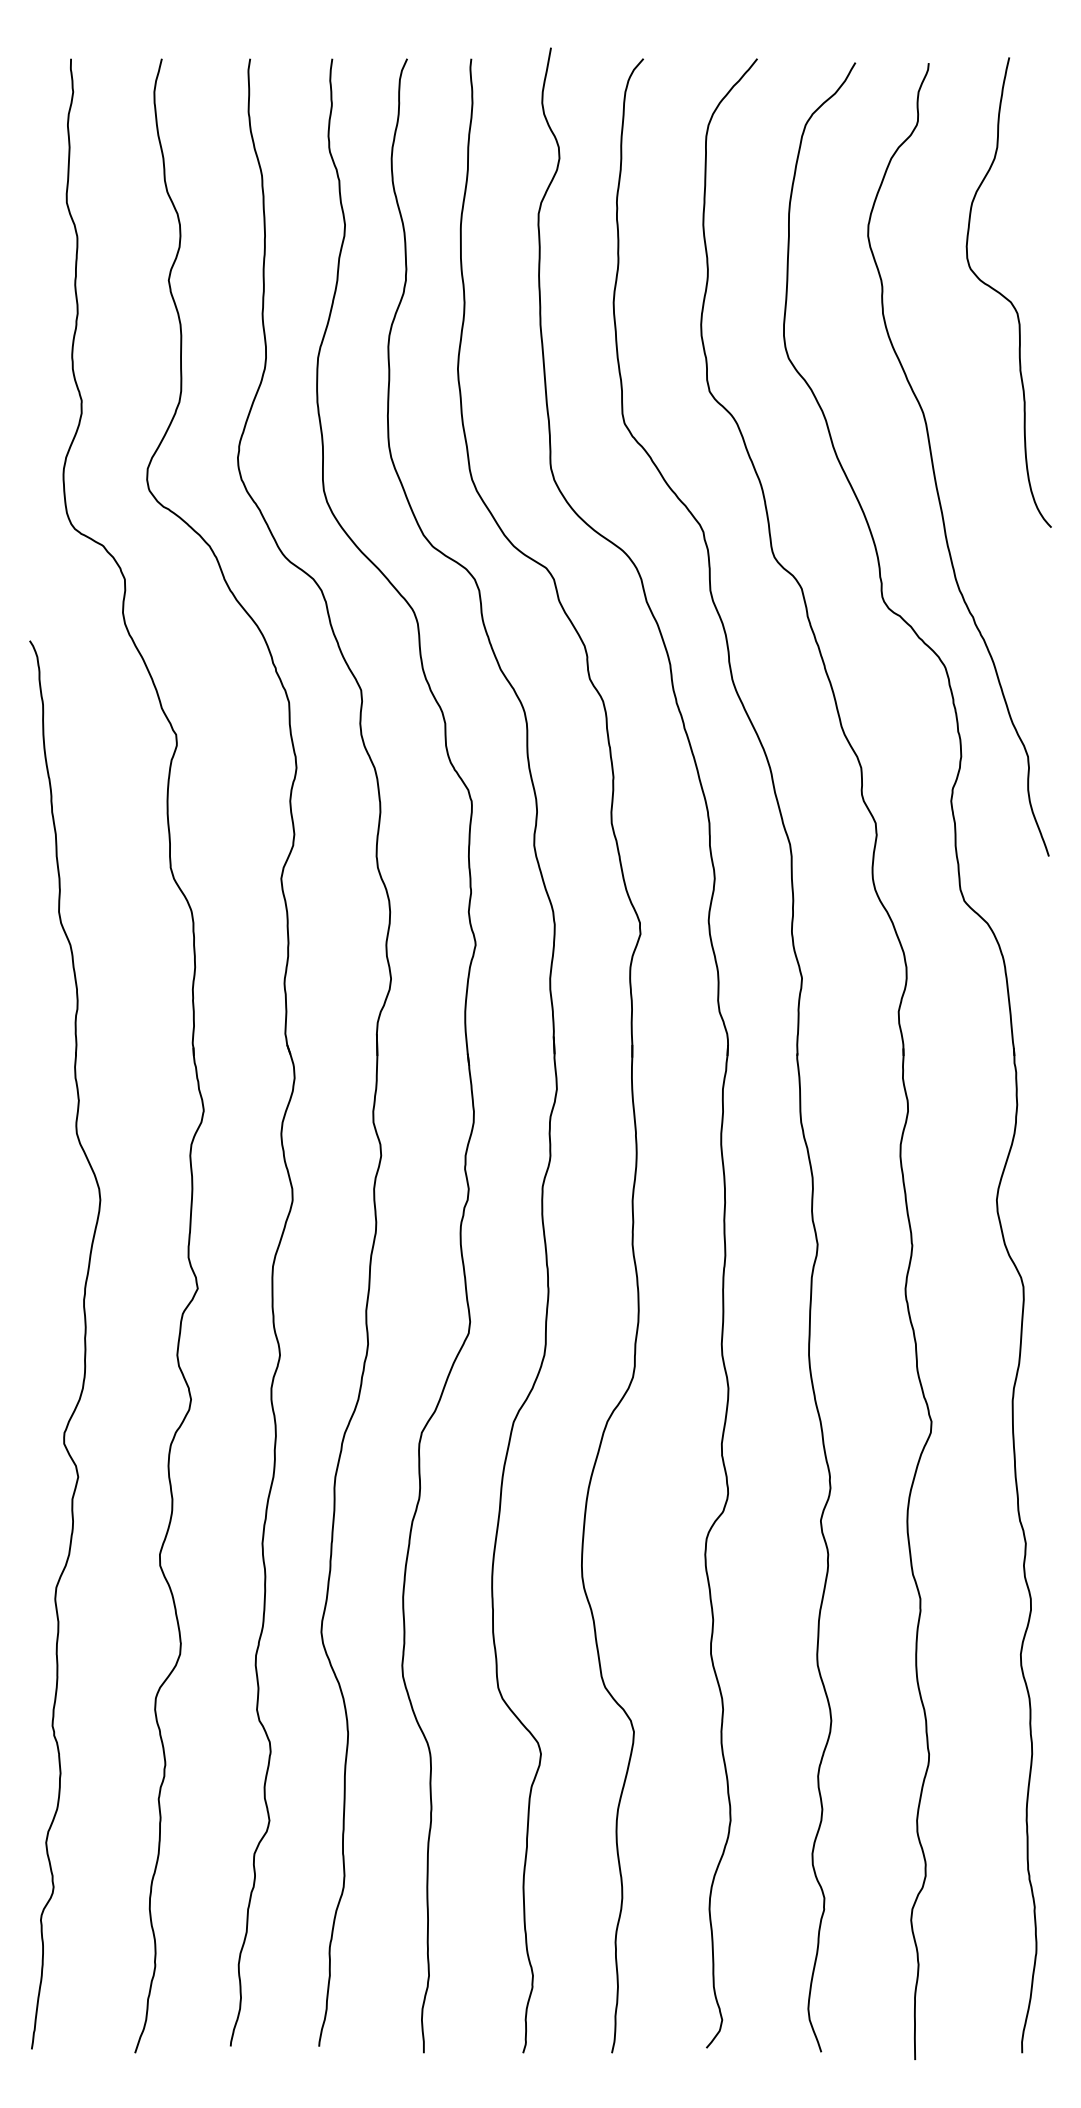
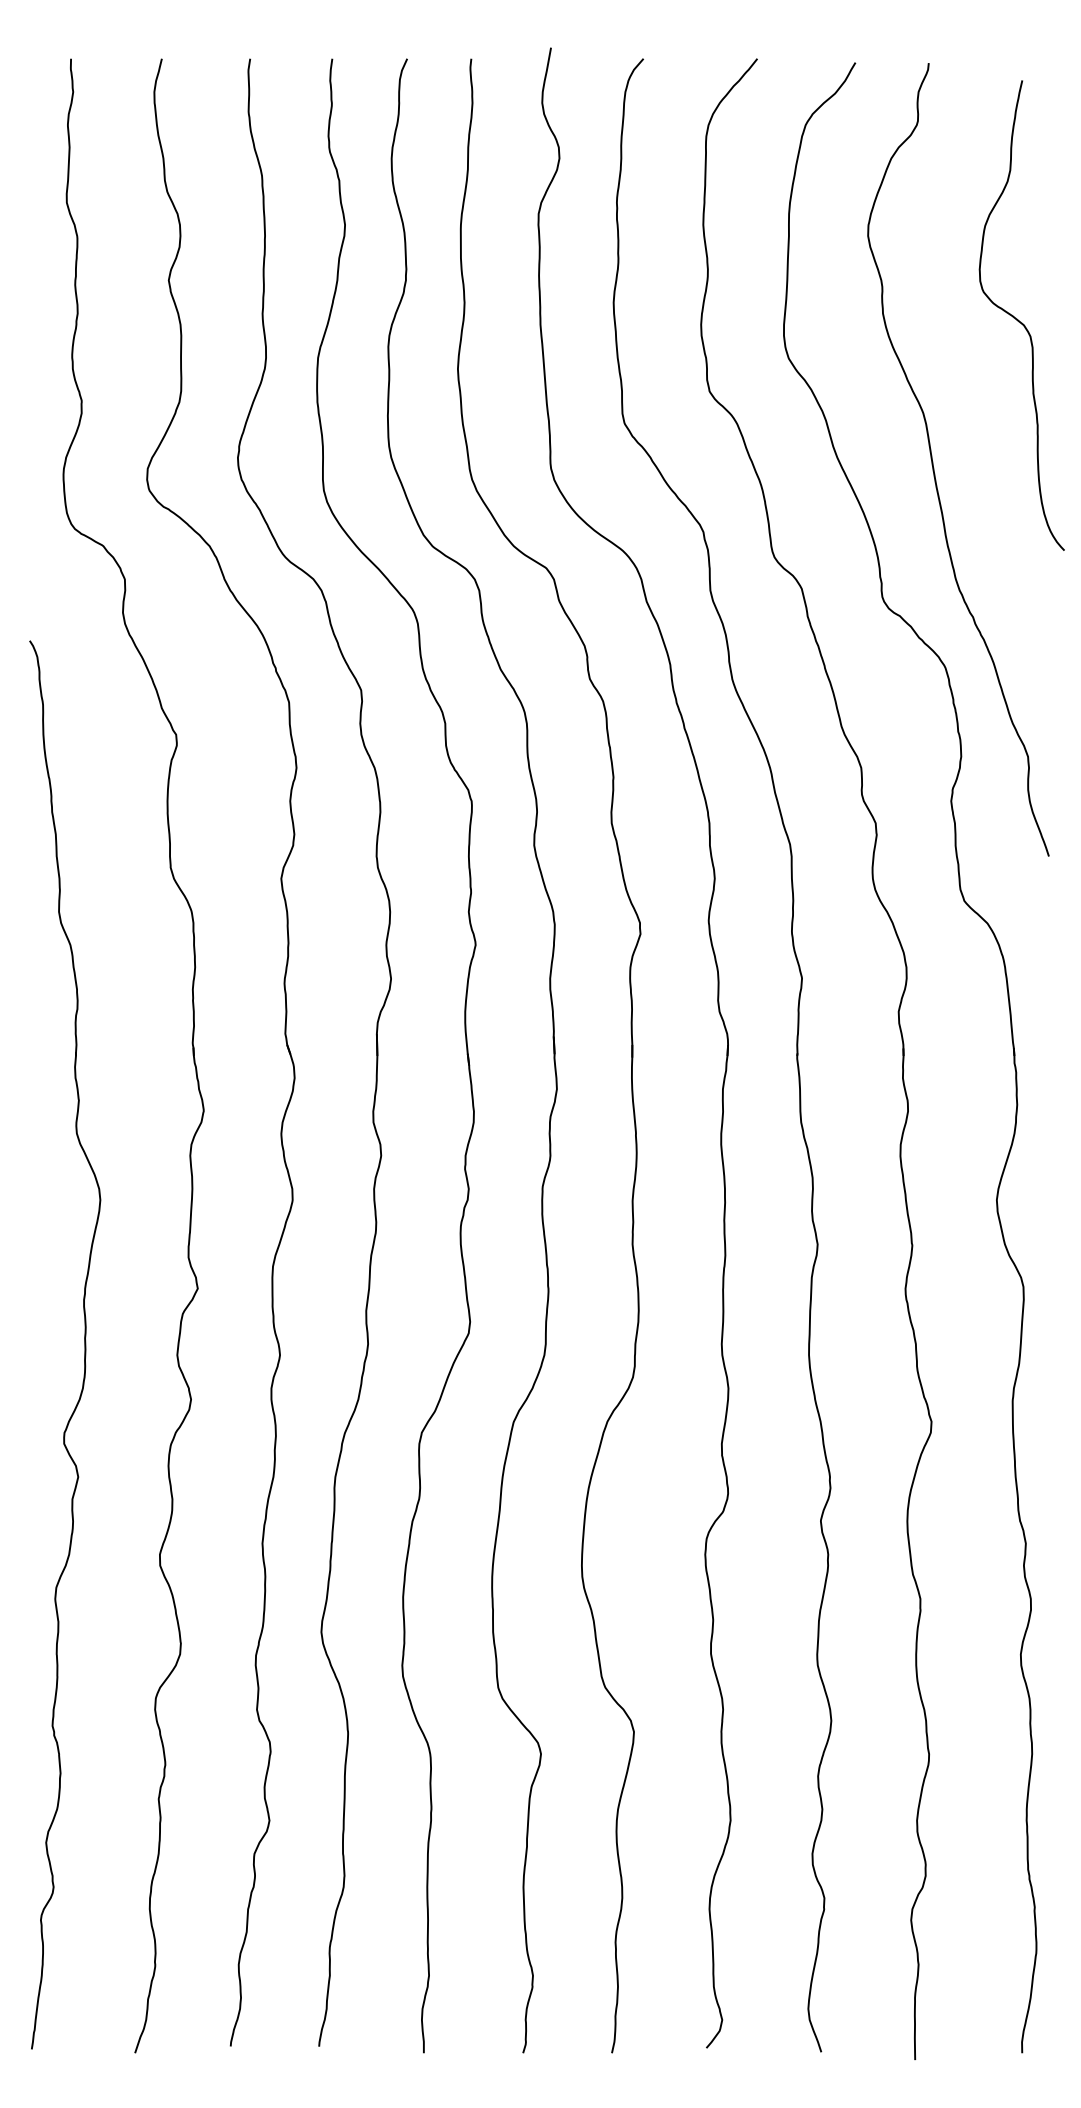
curve at (1004, 295) position: (1004, 295) -> (1017, 318)
